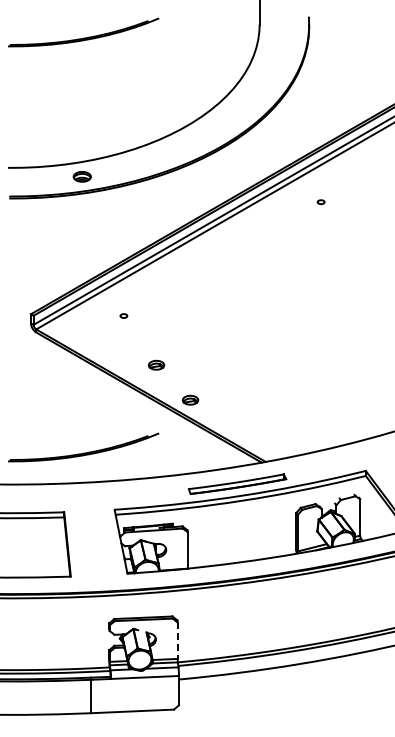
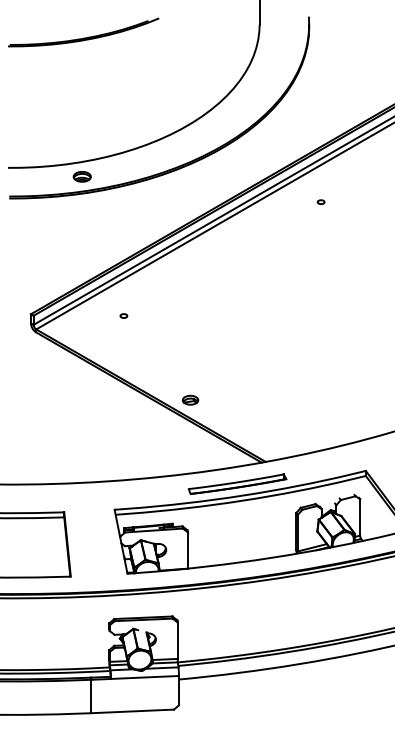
part at (156, 364): present -> none
part at (83, 447): present -> none
line at (177, 641): dashed -> solid
